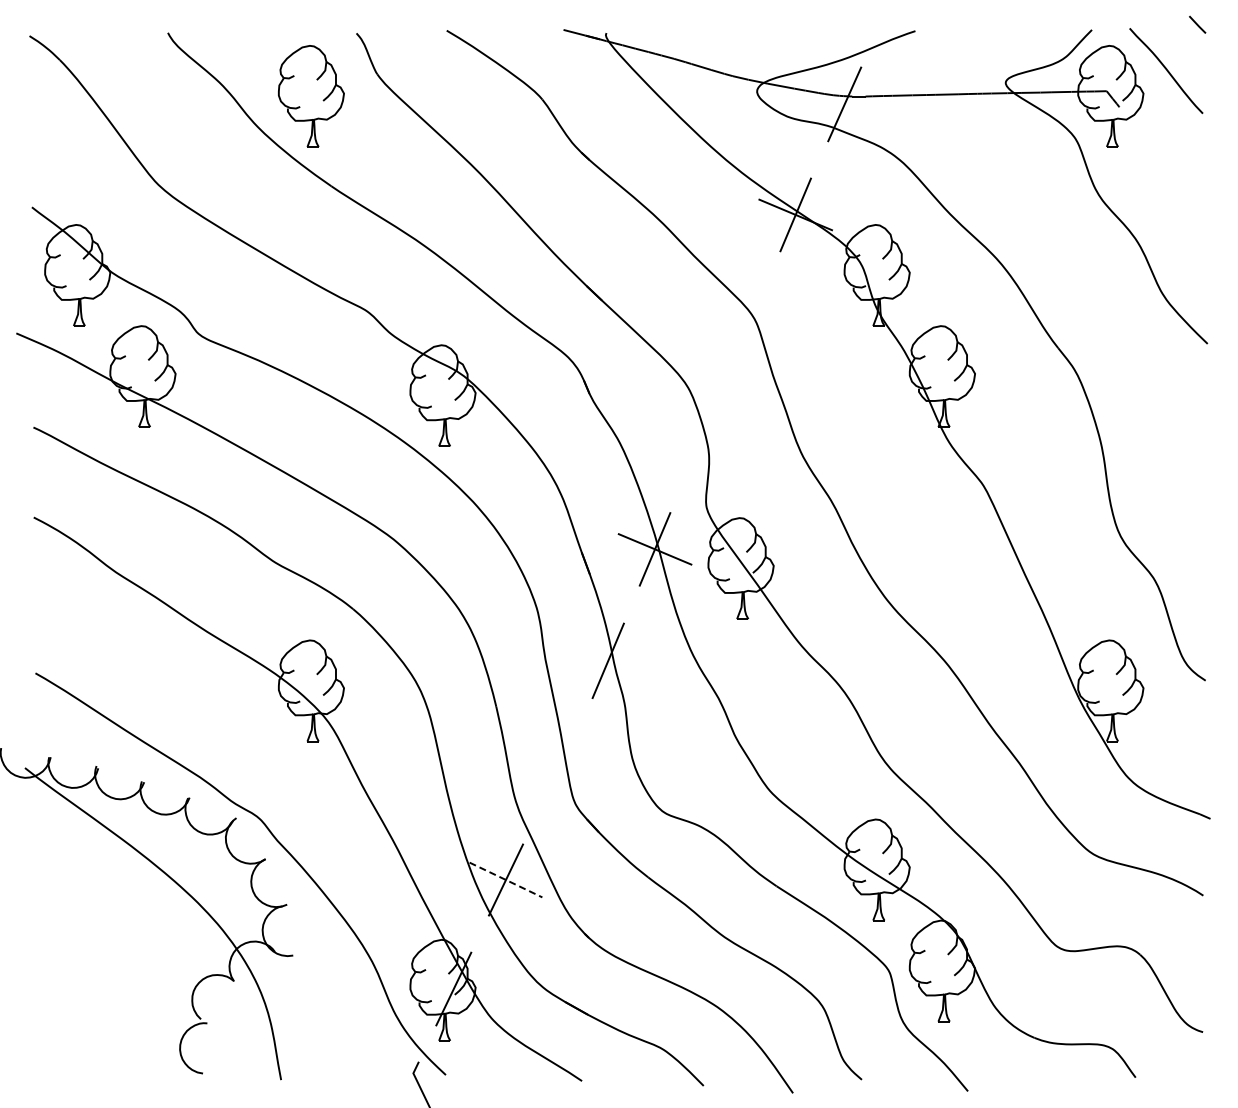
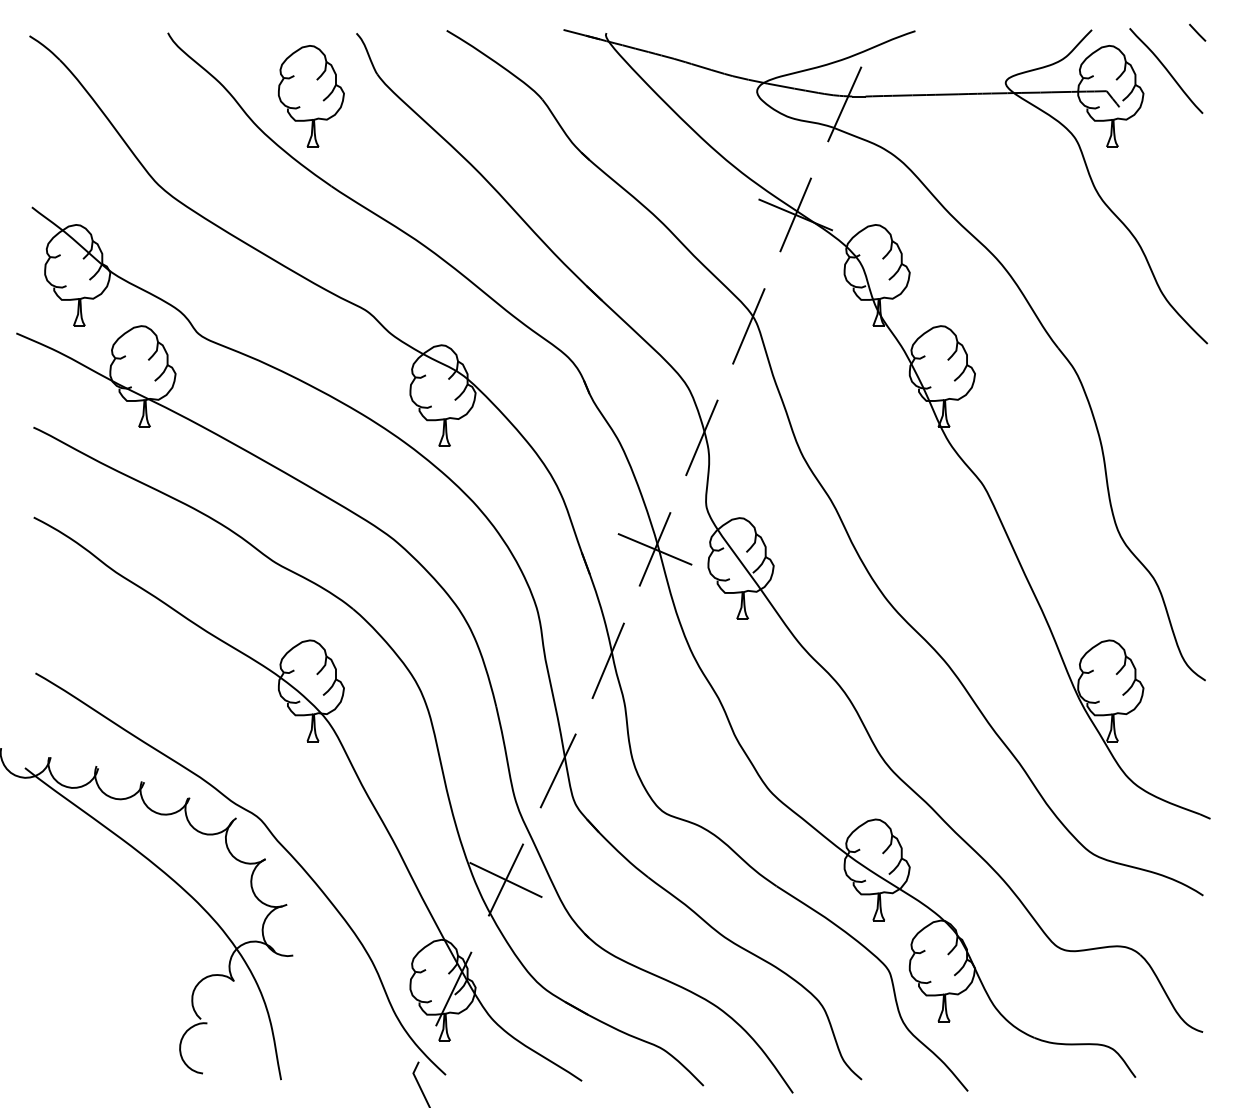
line at (1197, 24) position: (1197, 24) -> (1197, 32)
line at (748, 326): none -> present
line at (701, 437): none -> present
line at (557, 770): none -> present
line at (506, 879): dashed -> solid
